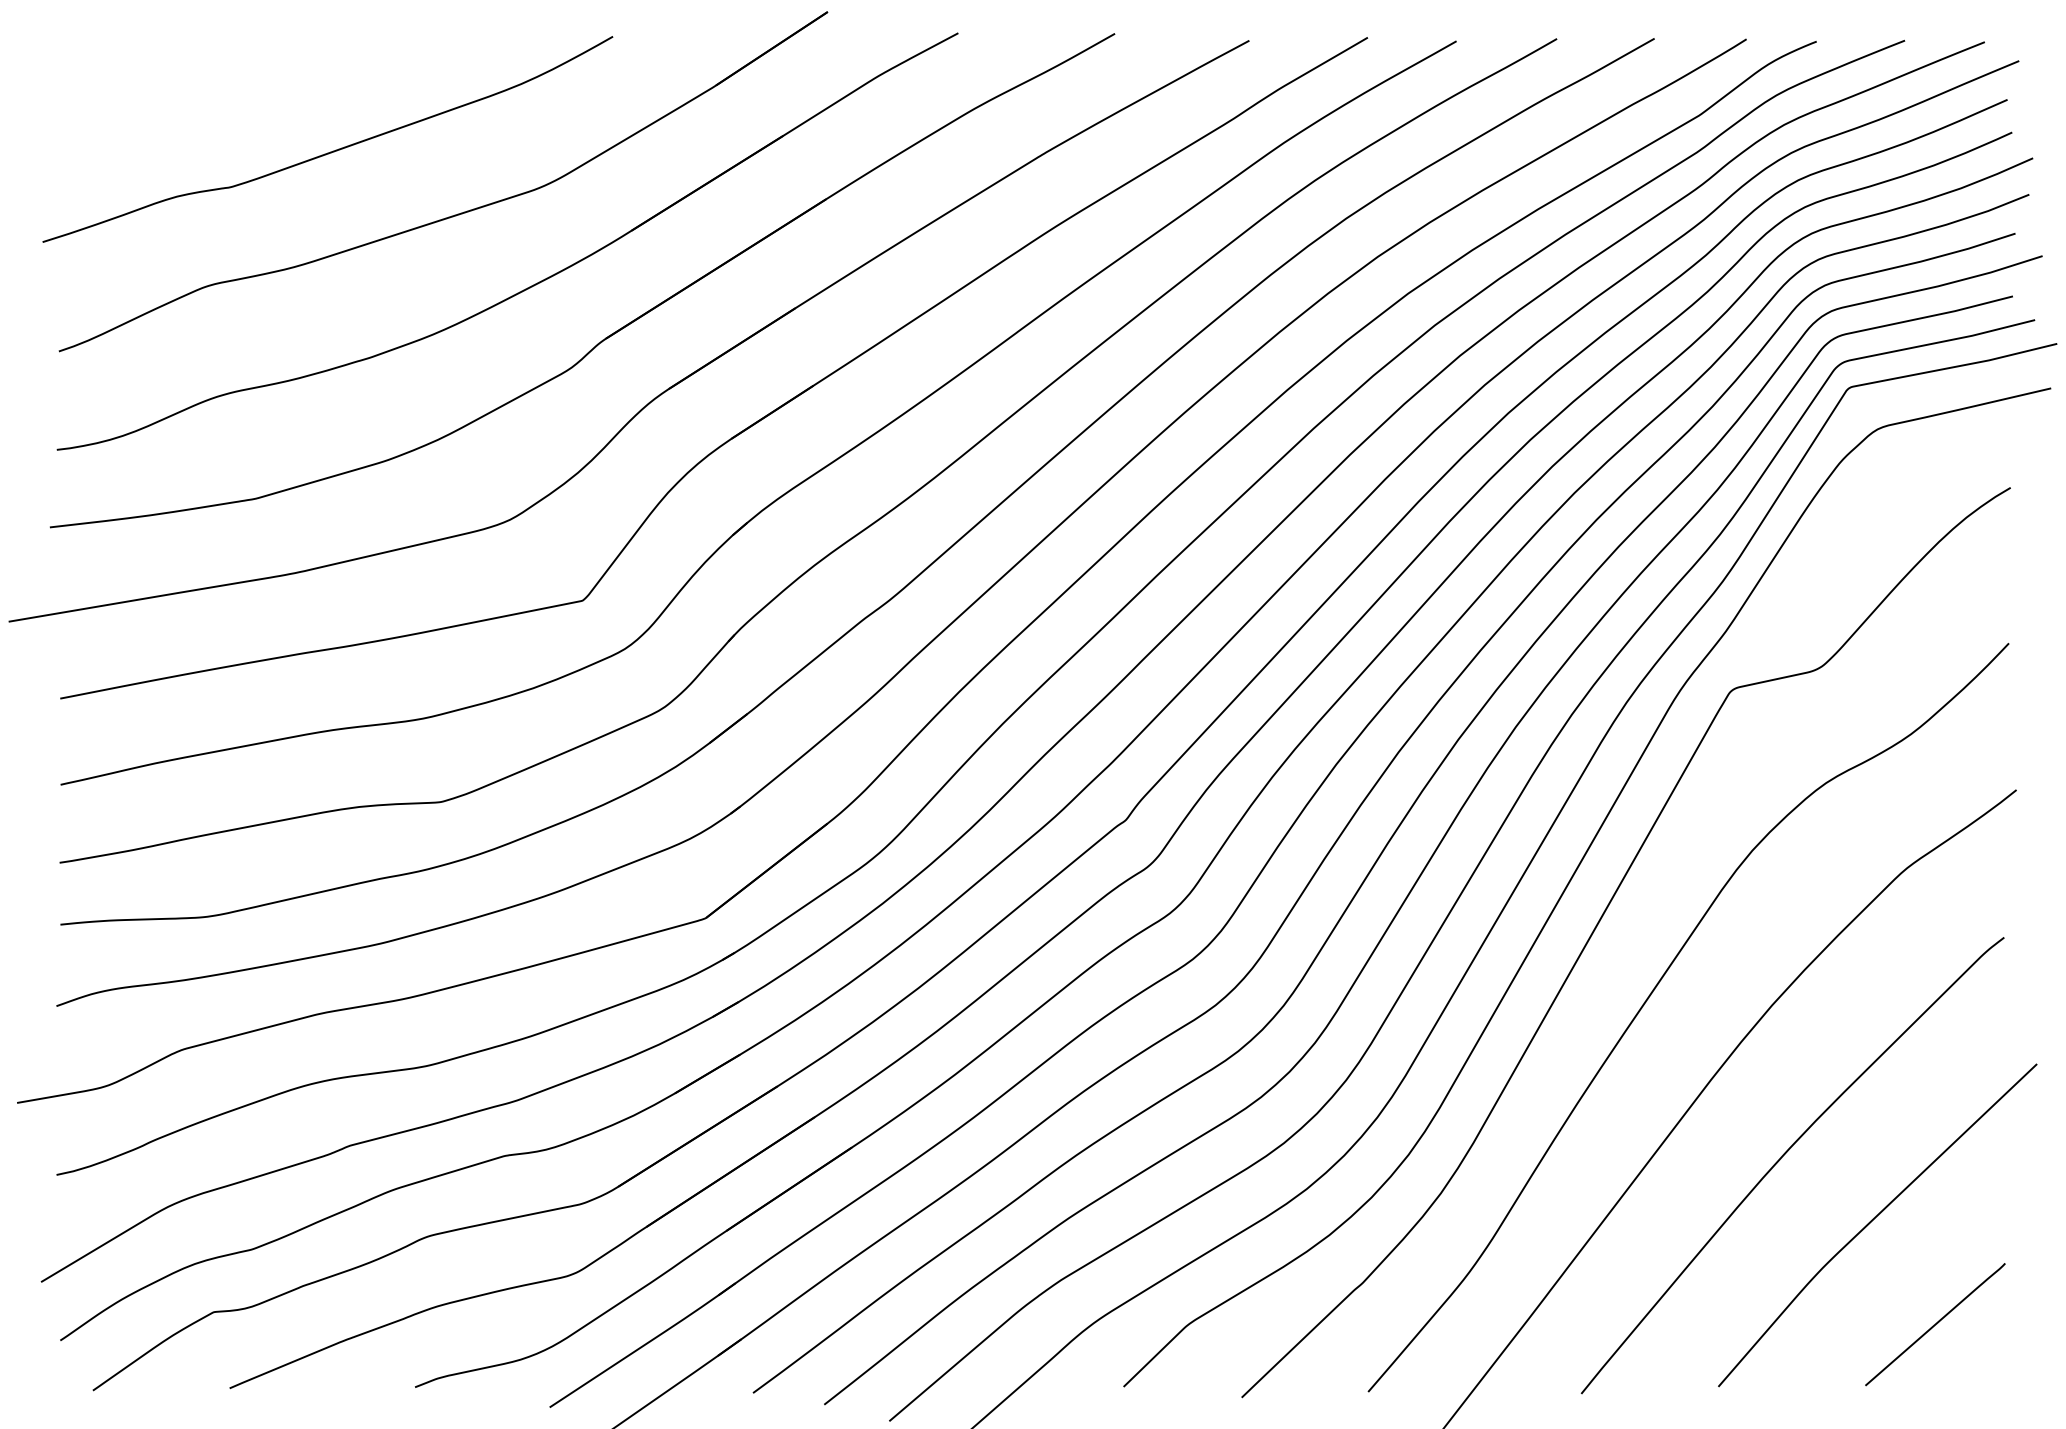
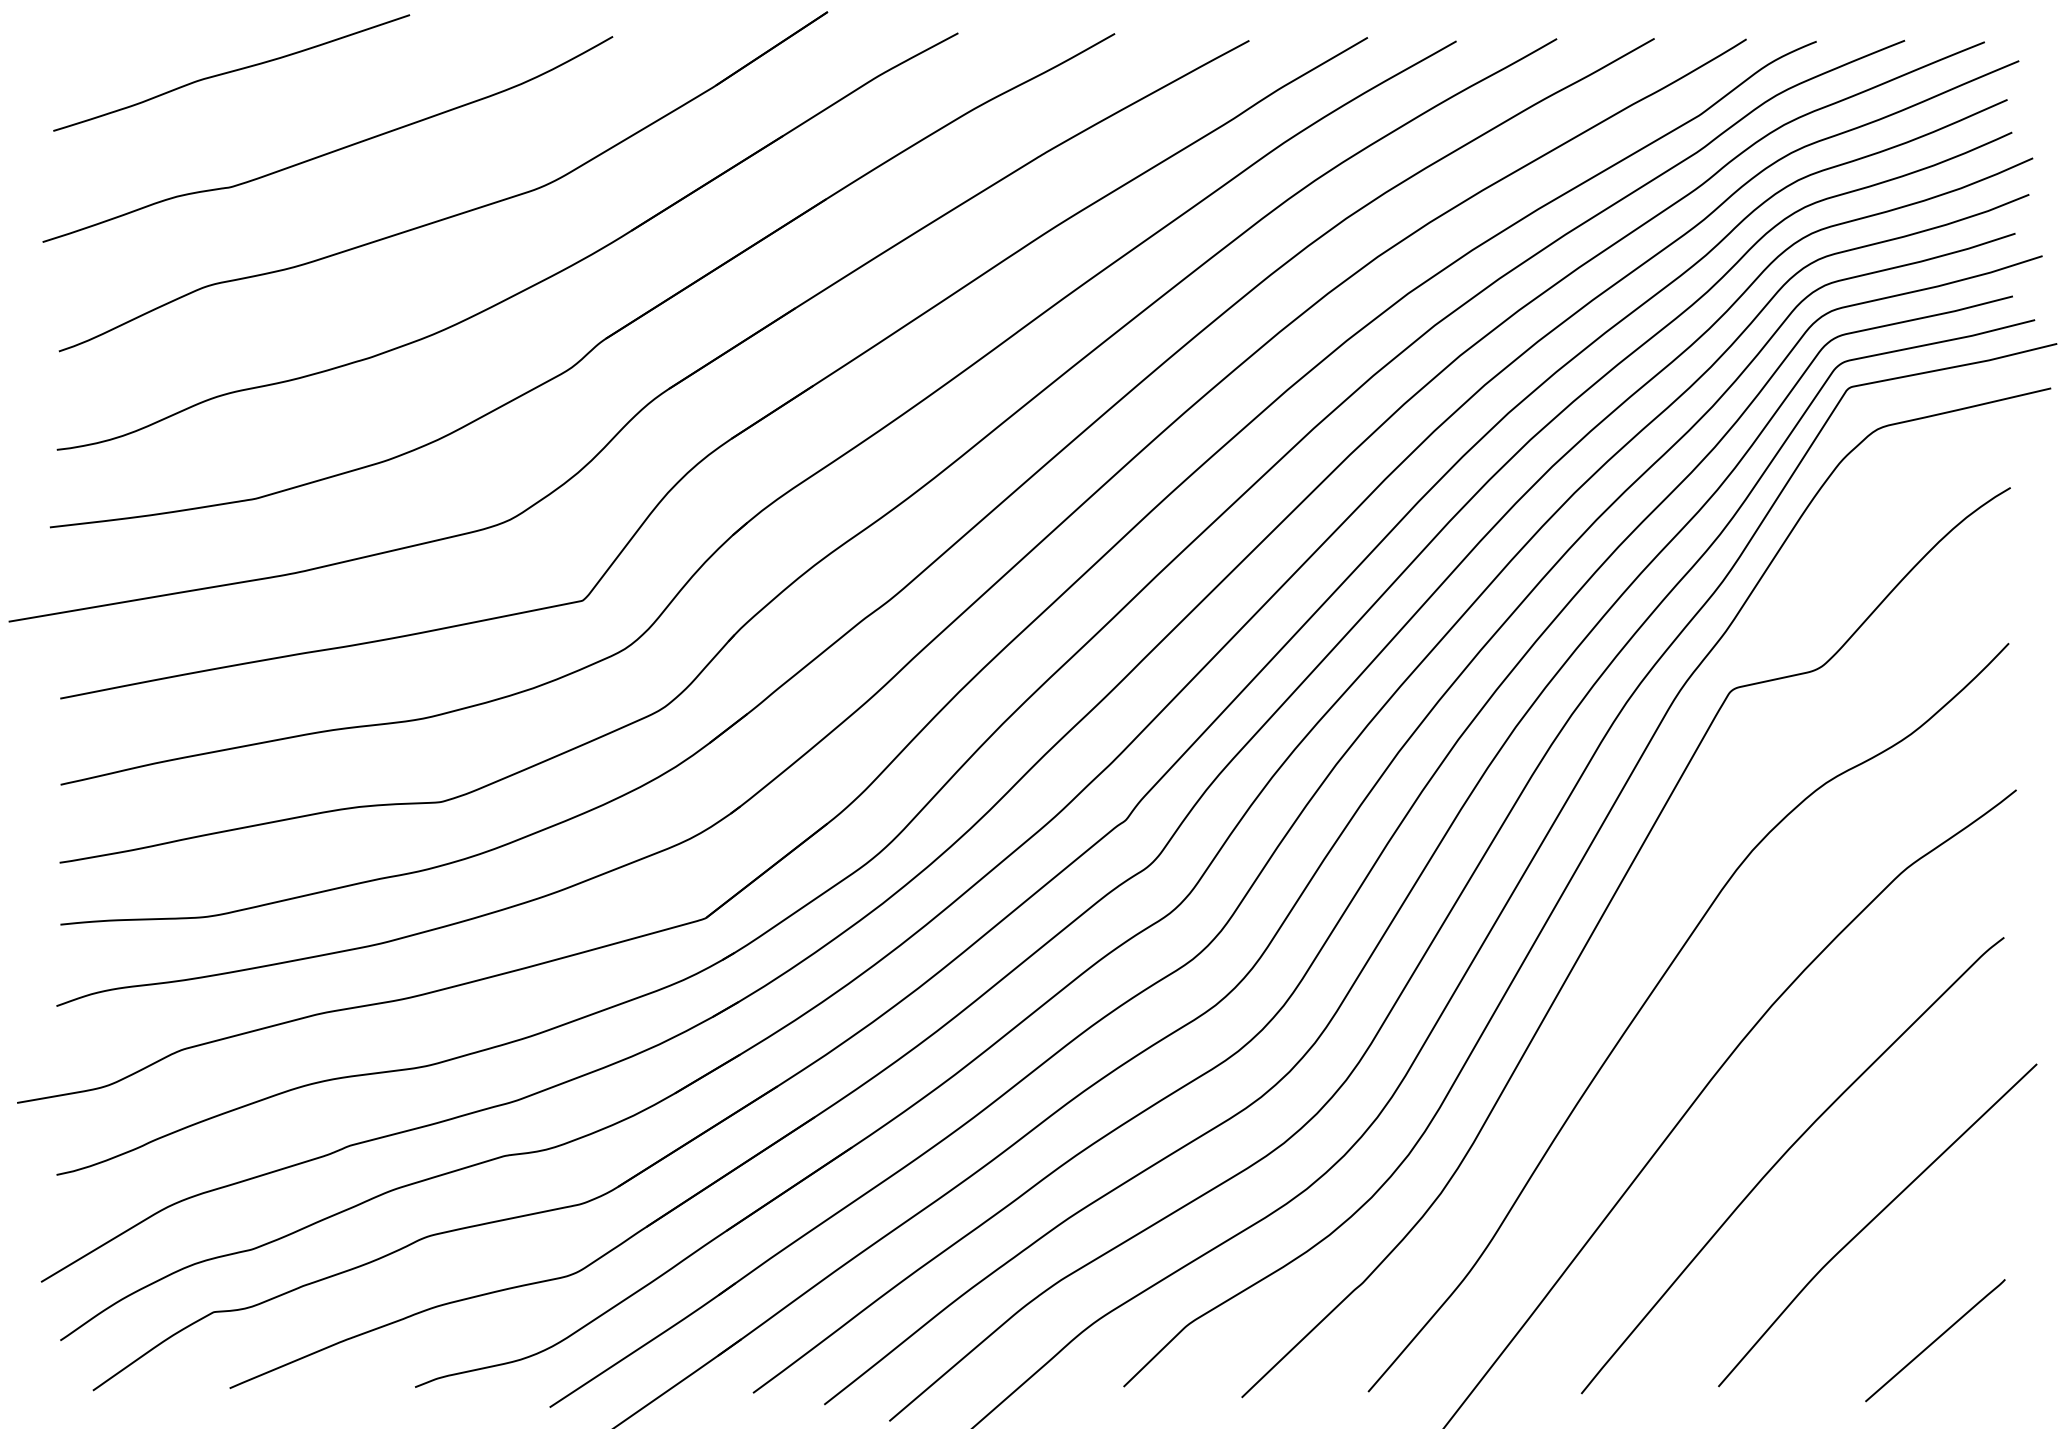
curve at (231, 72): none -> present
line at (1935, 1324) position: (1935, 1324) -> (1935, 1340)
